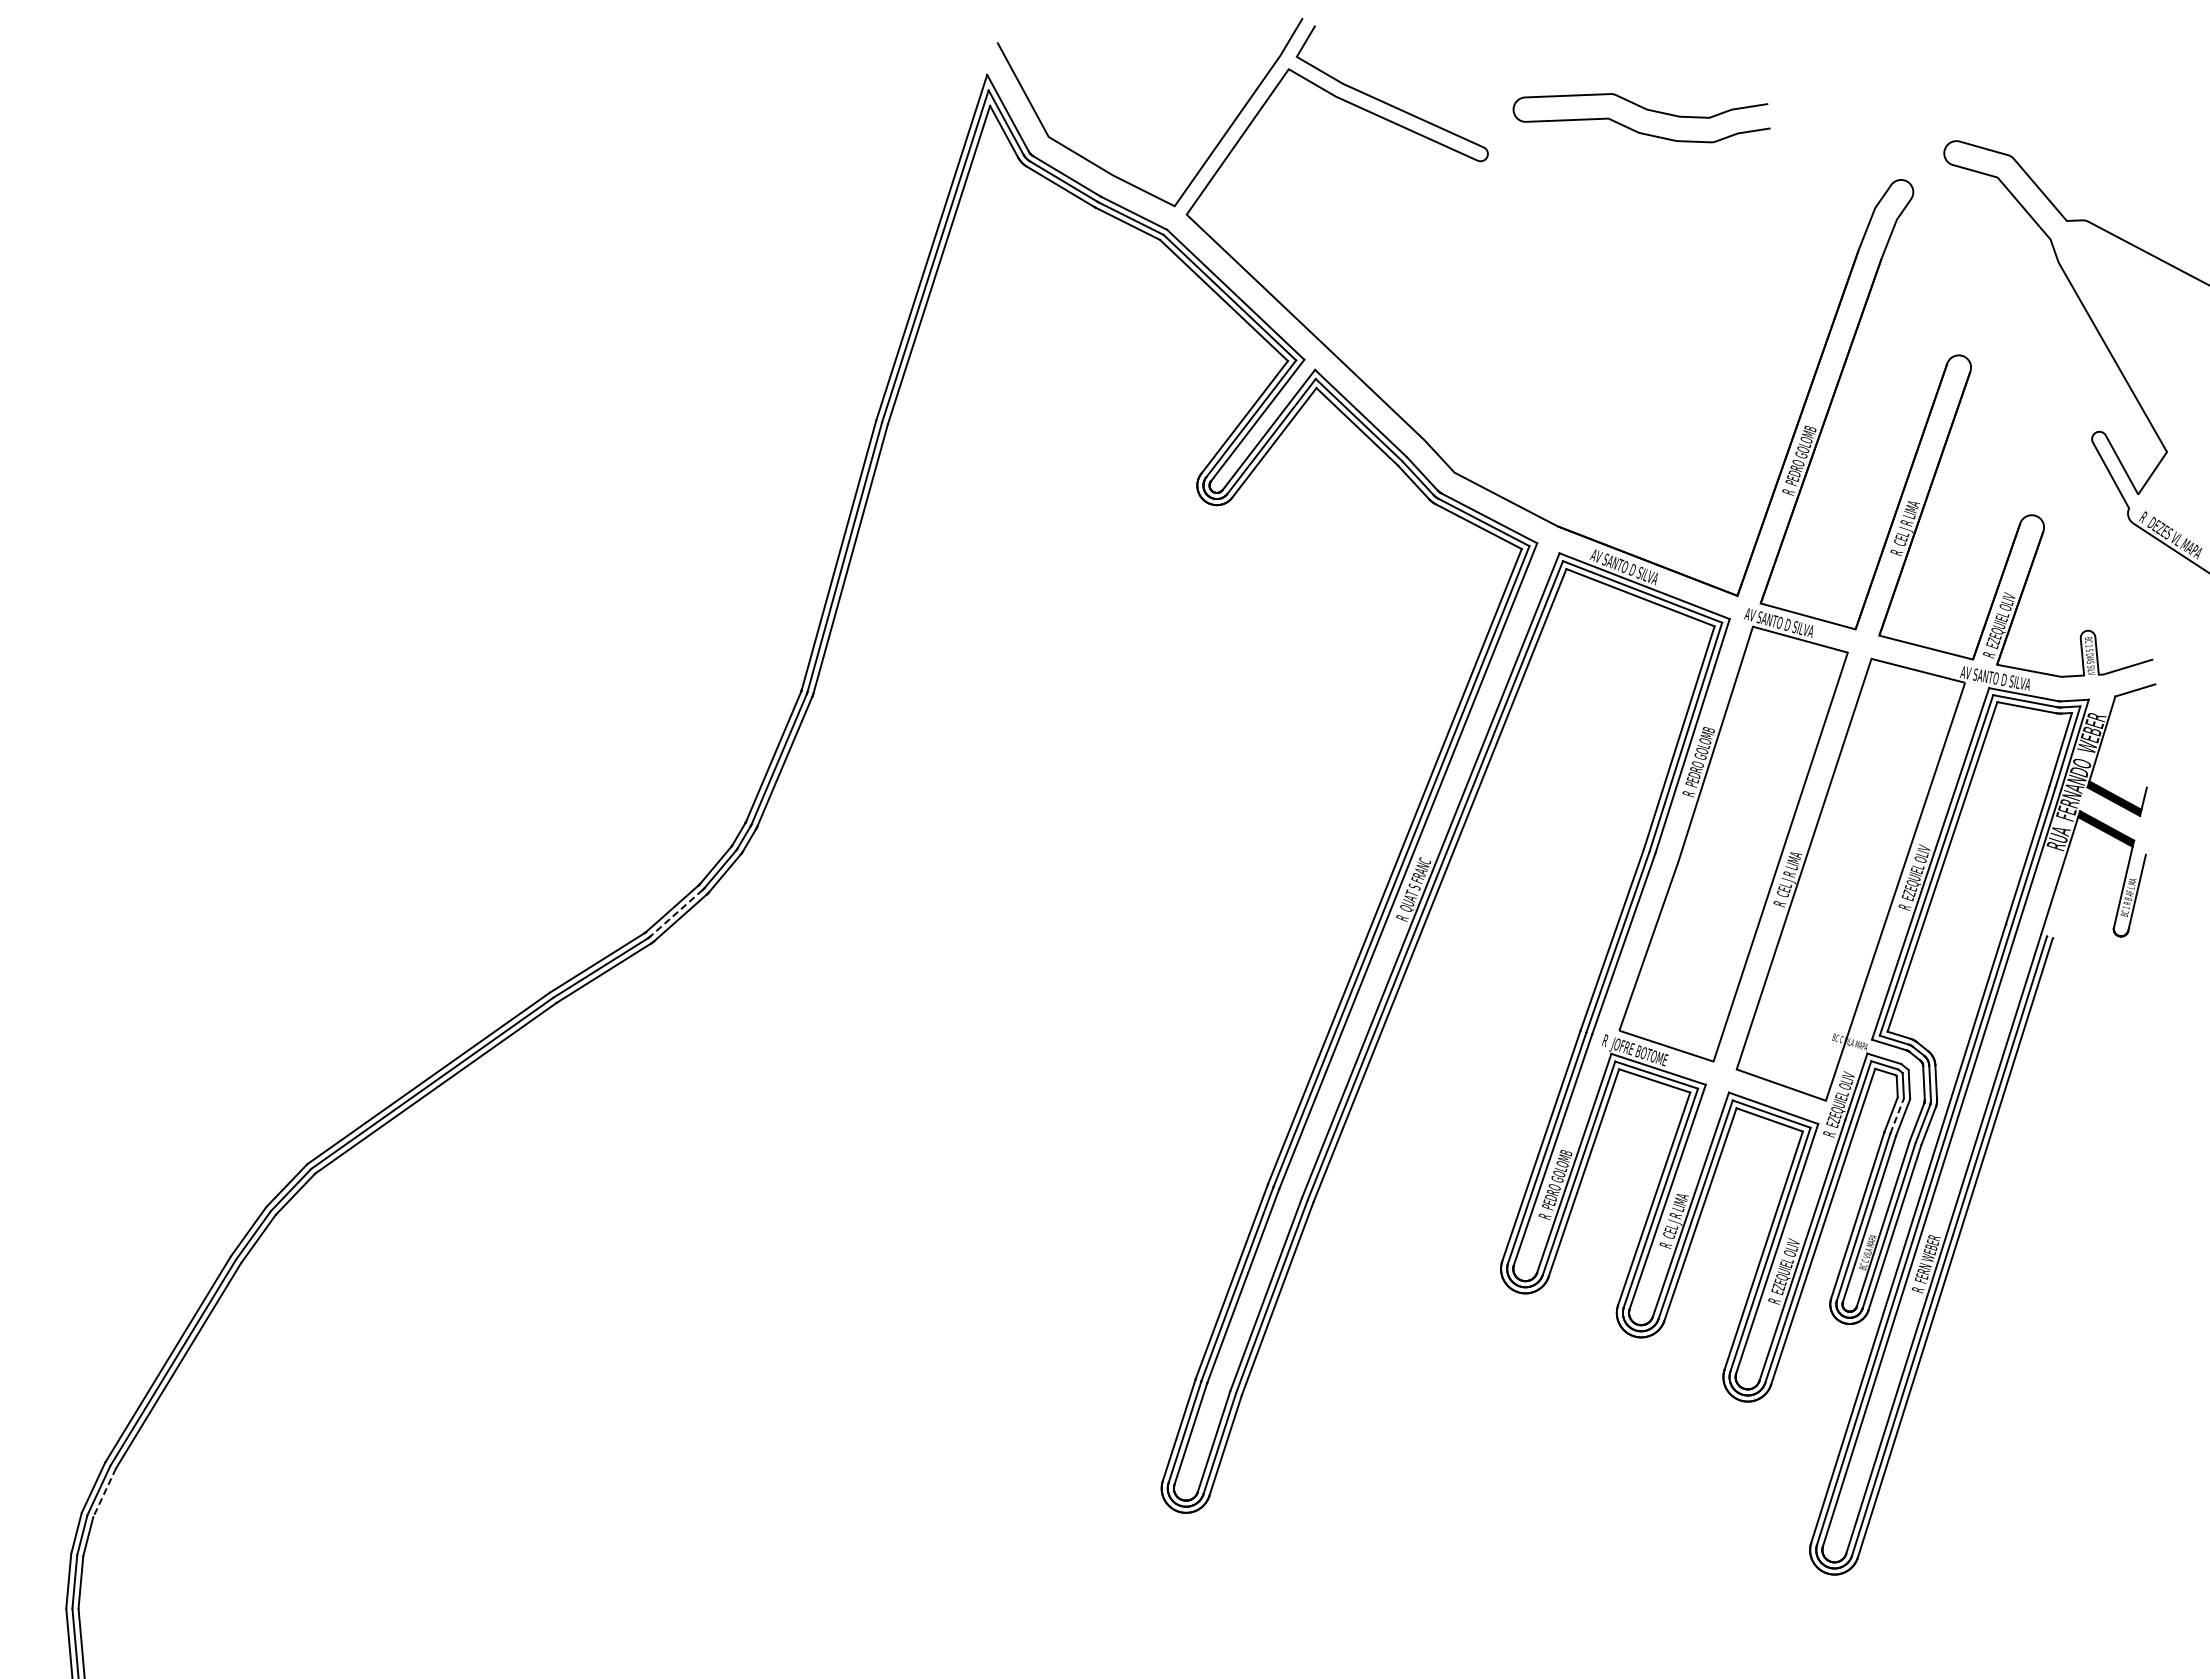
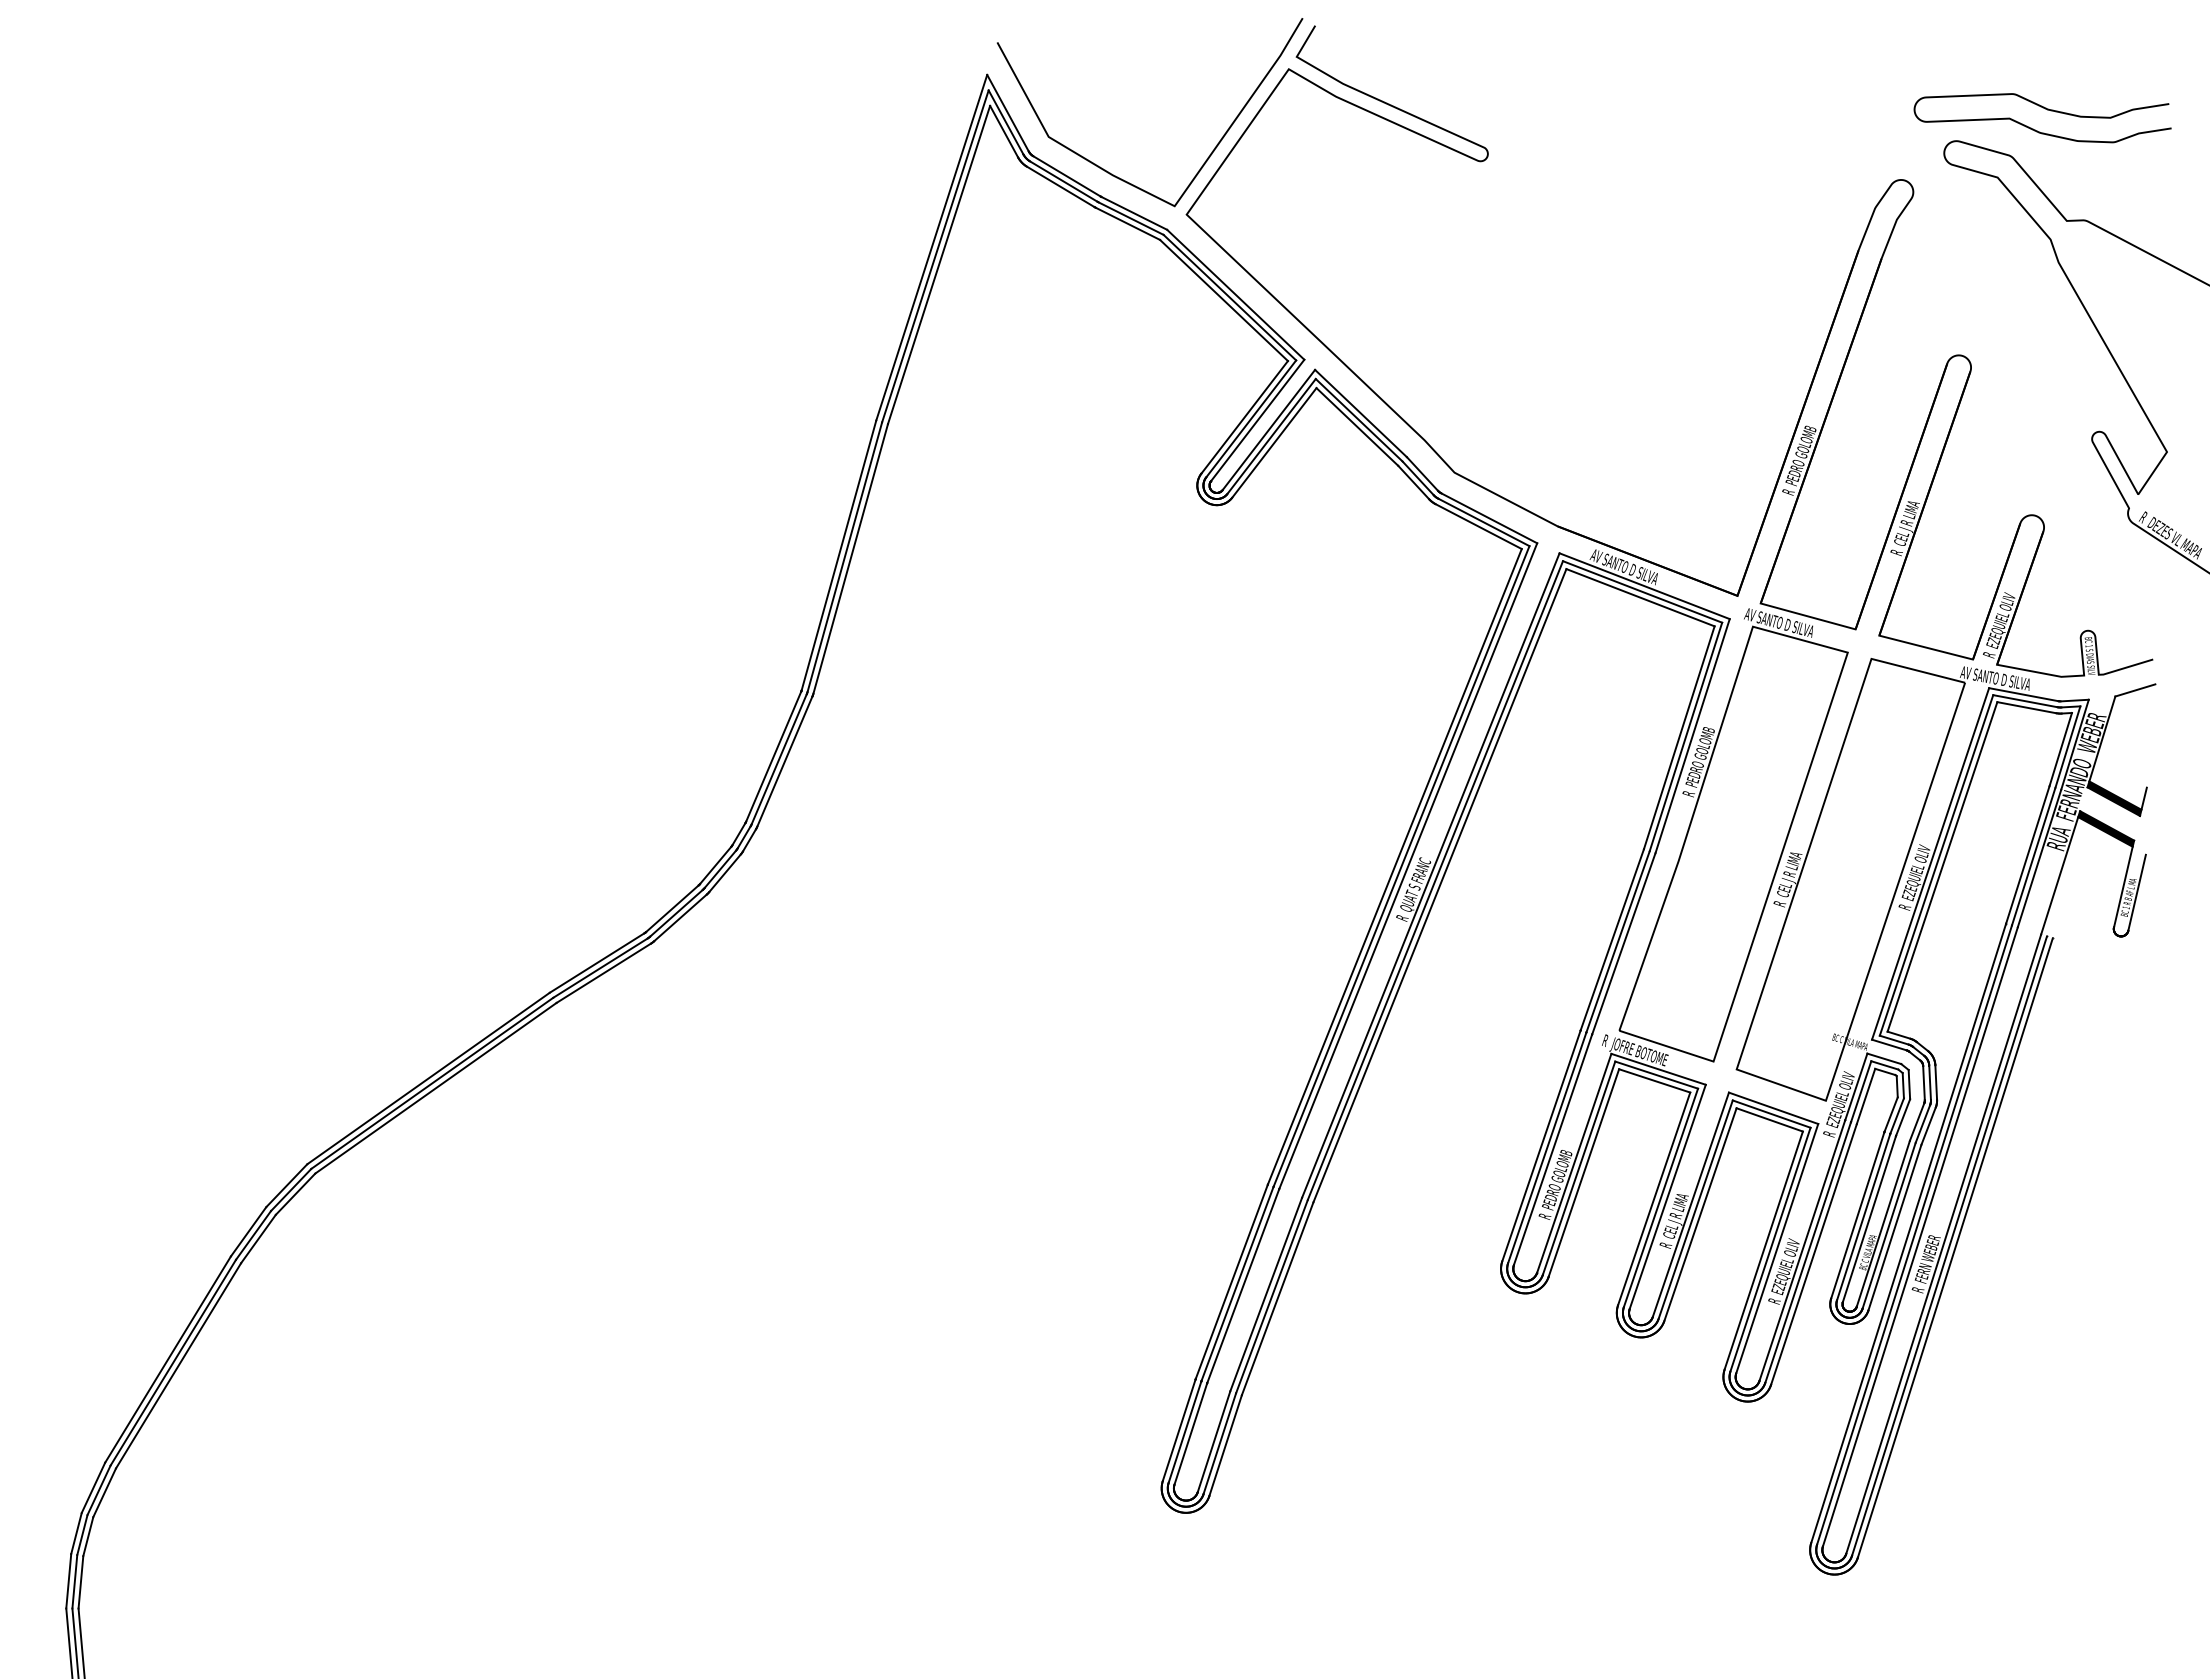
curve at (1646, 110) position: (1646, 110) -> (2047, 110)
line at (676, 913): dashed -> solid
line at (1897, 1116): dashed -> solid
line at (104, 1492): dashed -> solid
